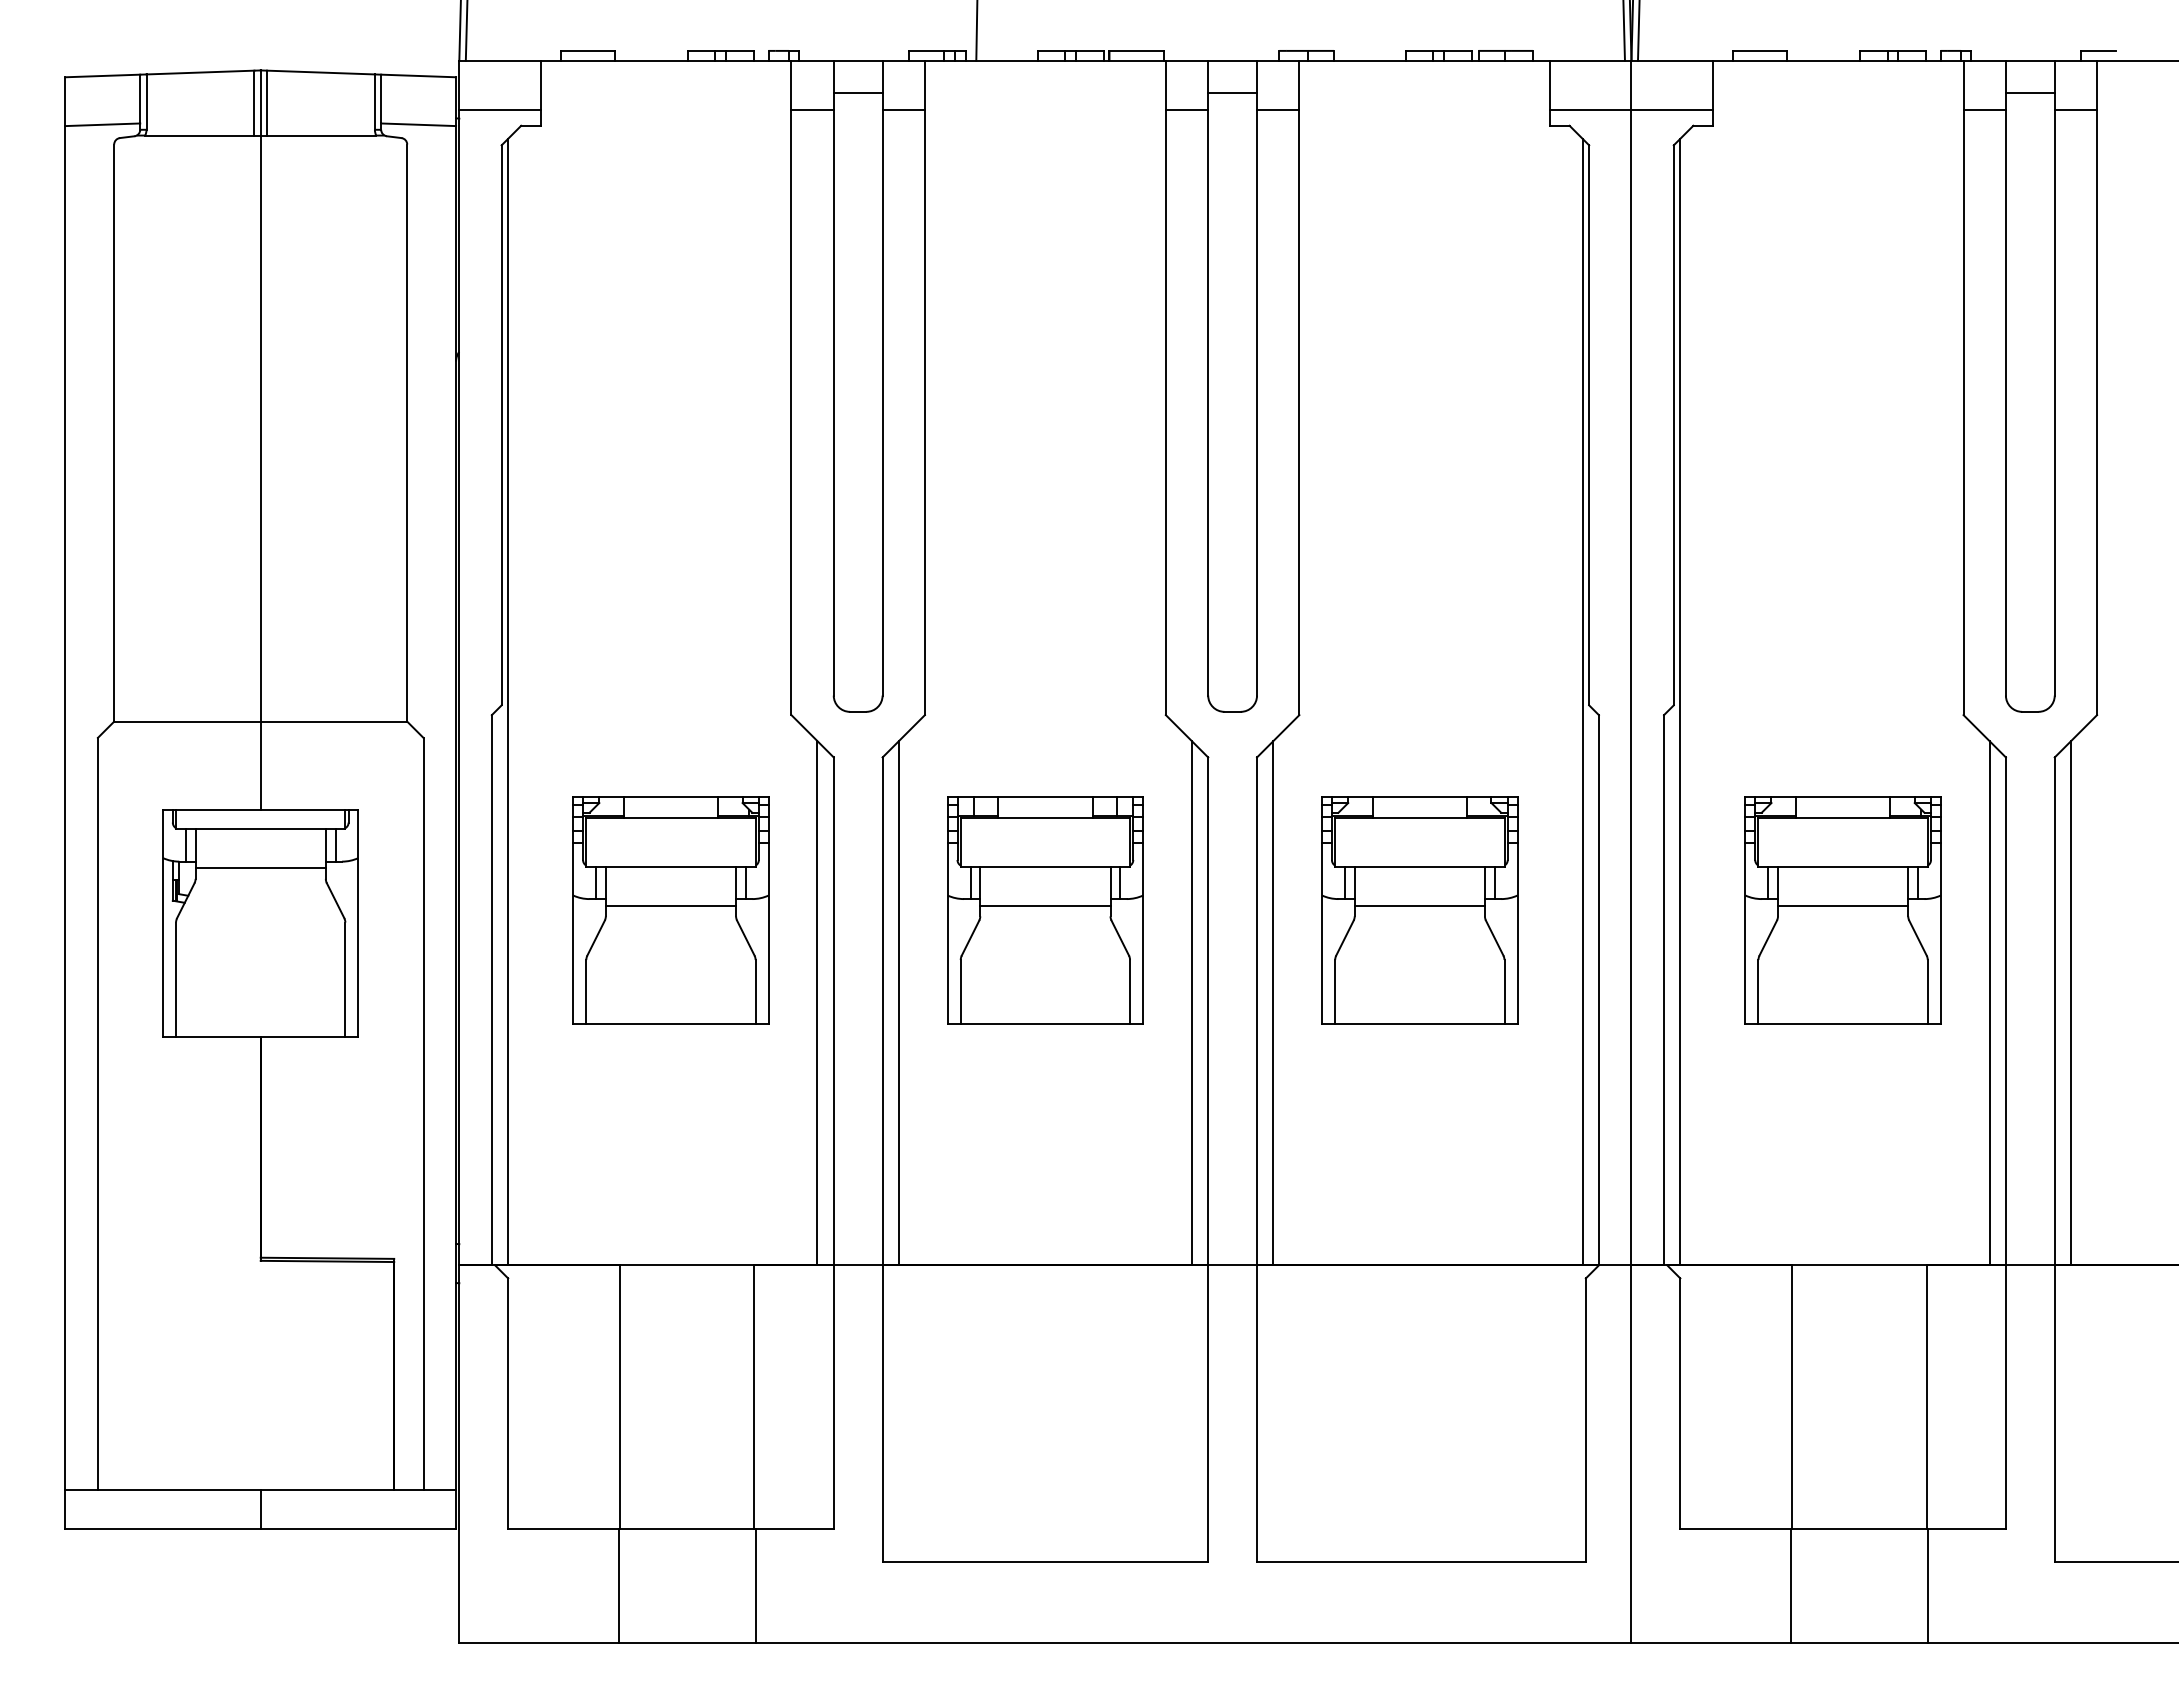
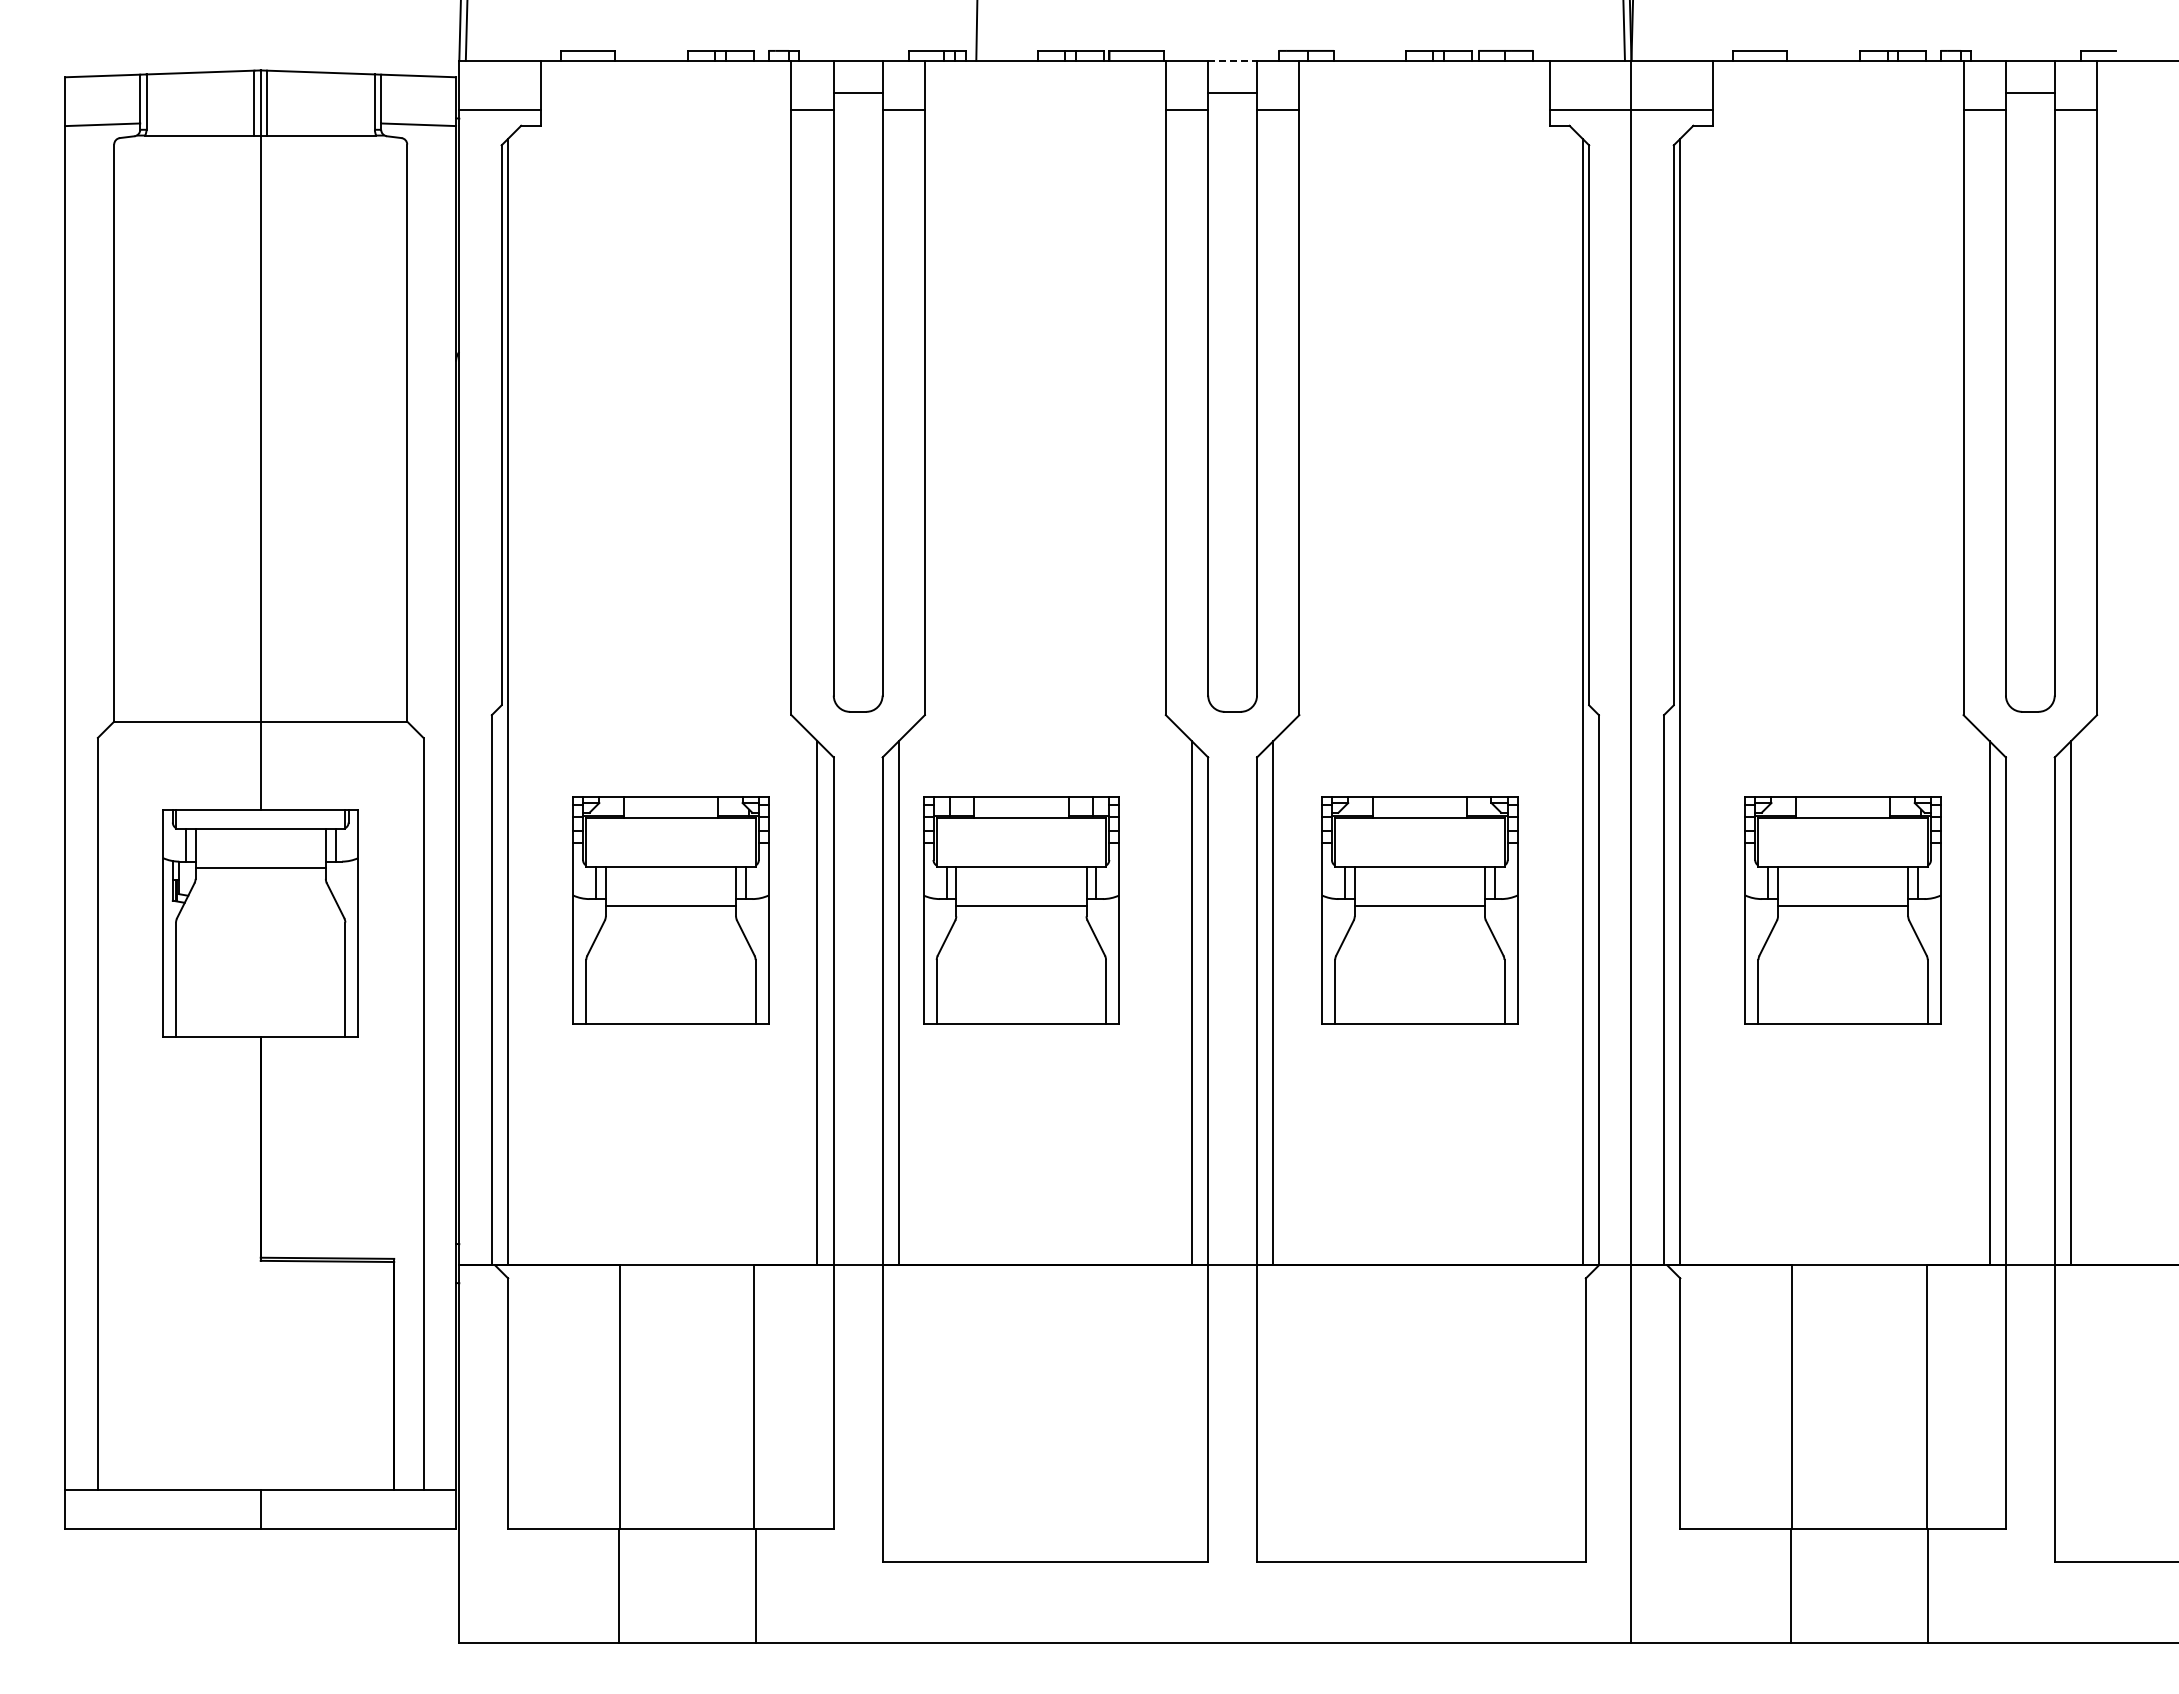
line at (1638, 31): present -> none
line at (1233, 60): solid -> dashed
part at (1045, 910) position: (1045, 910) -> (1021, 910)
